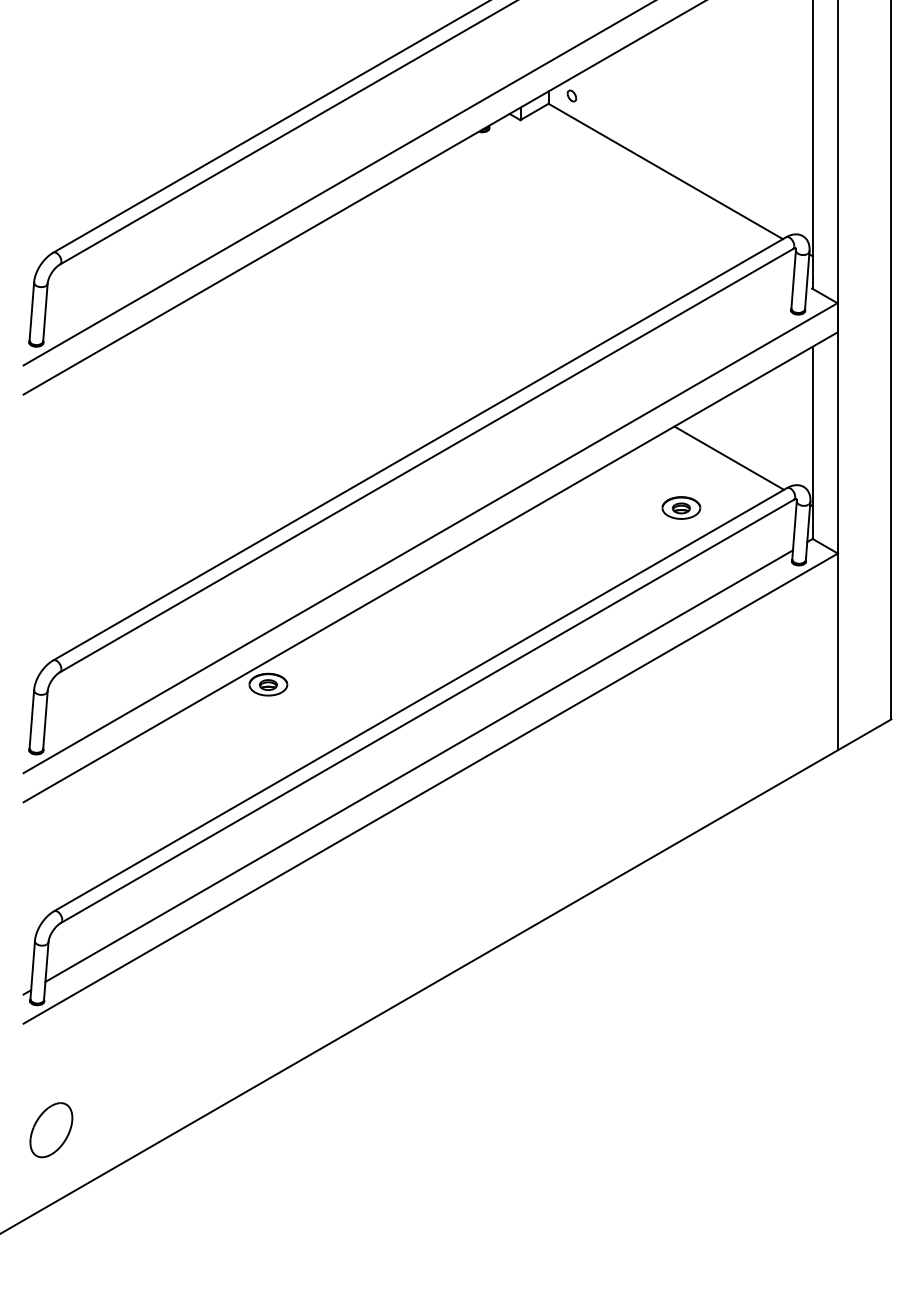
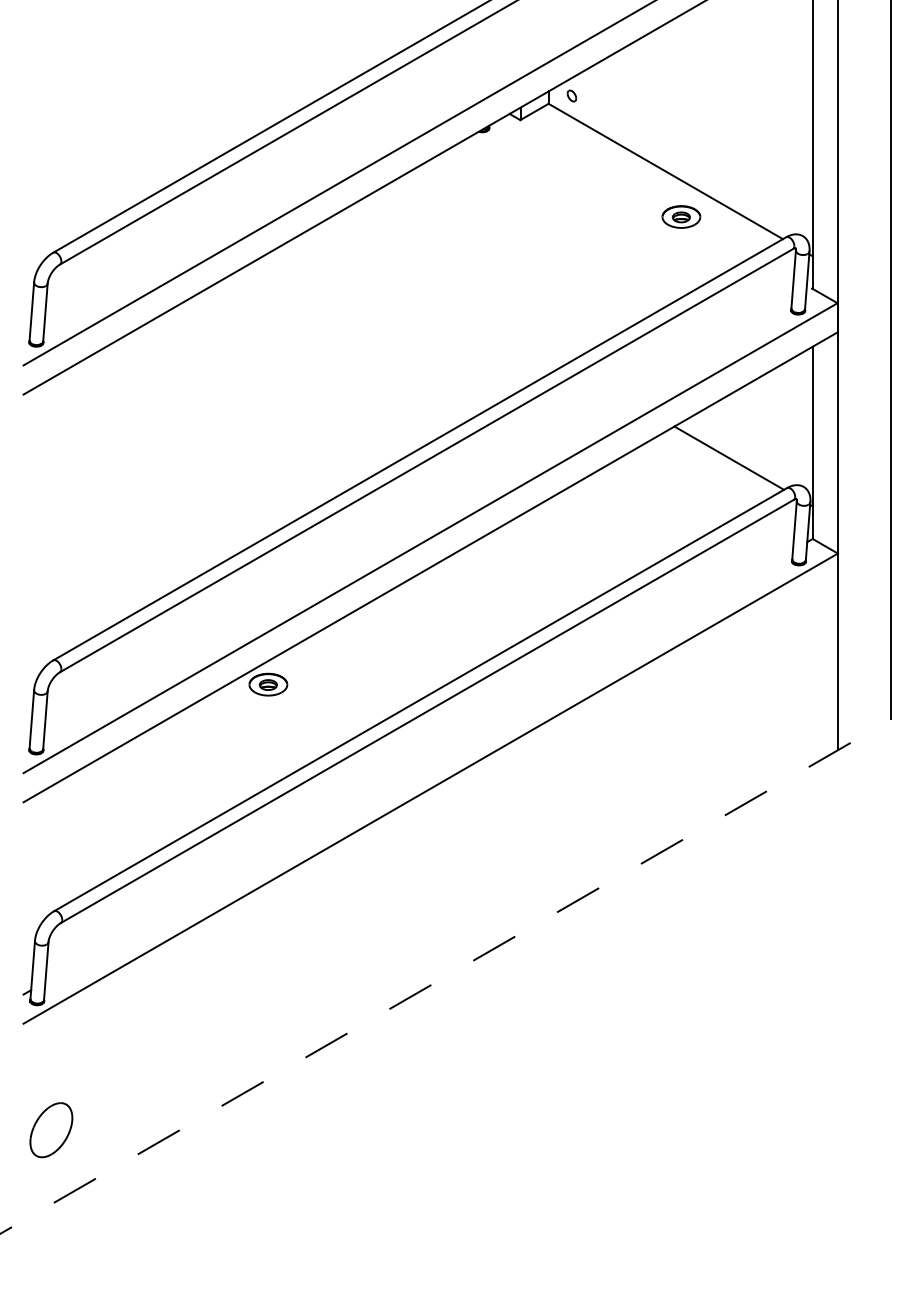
part at (681, 507) position: (681, 507) -> (681, 216)
line at (418, 765): present -> none
line at (446, 976): solid -> dashed
